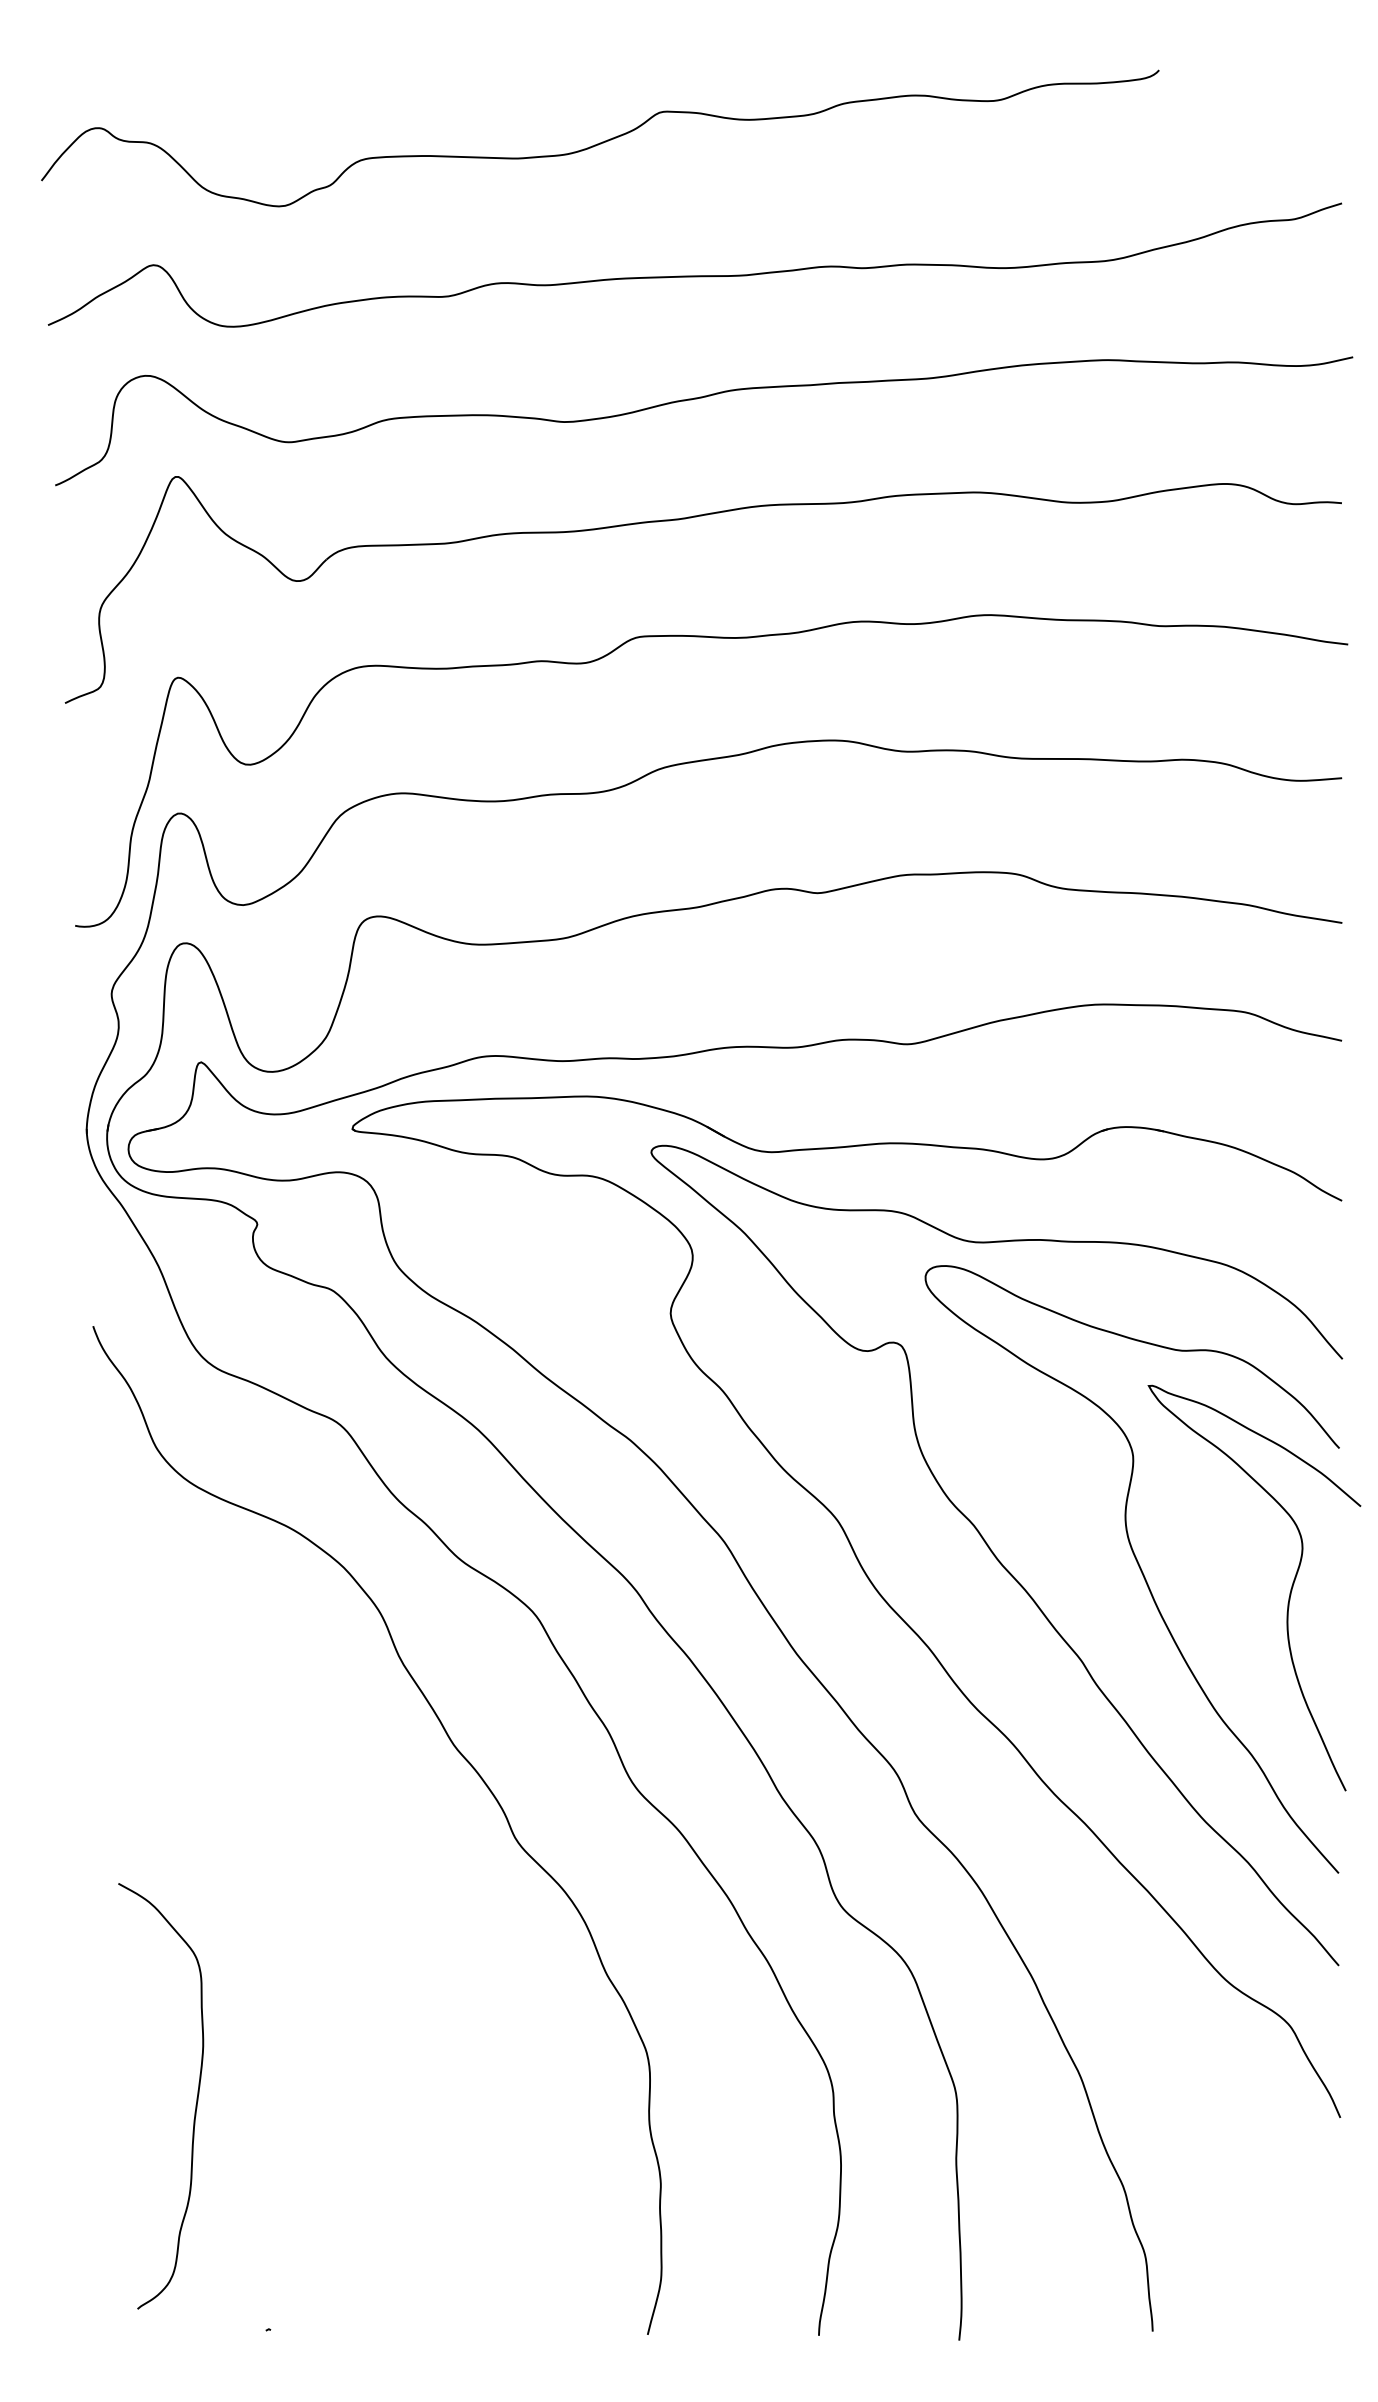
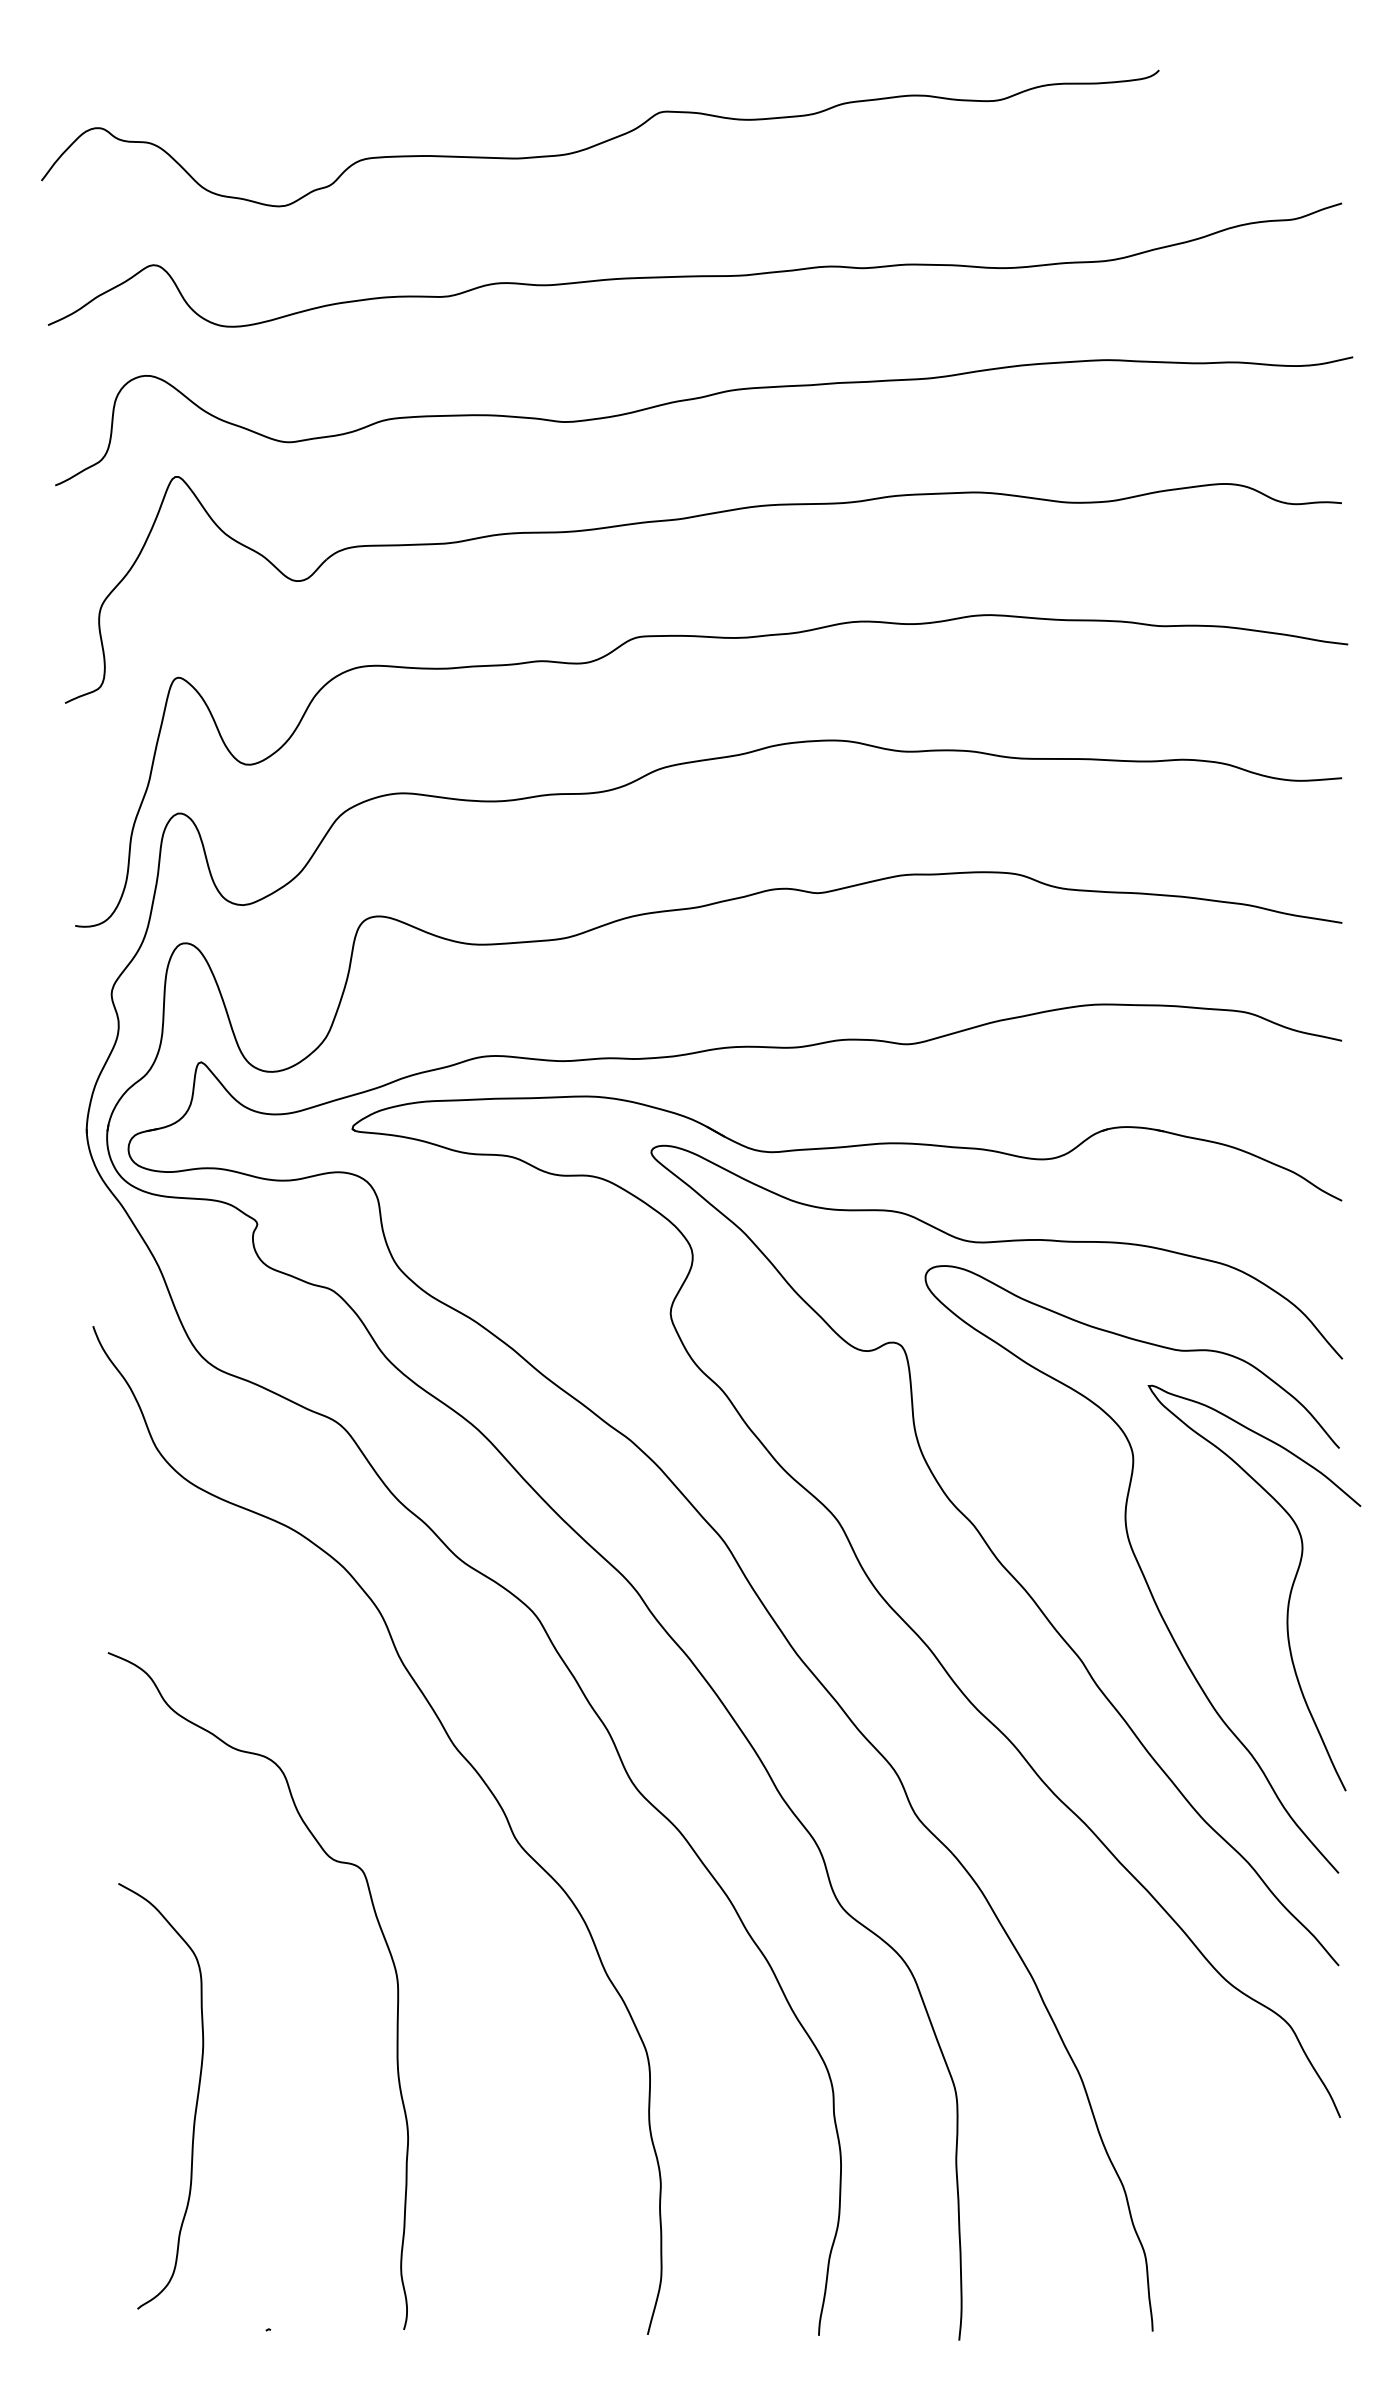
curve at (386, 1946): none -> present
